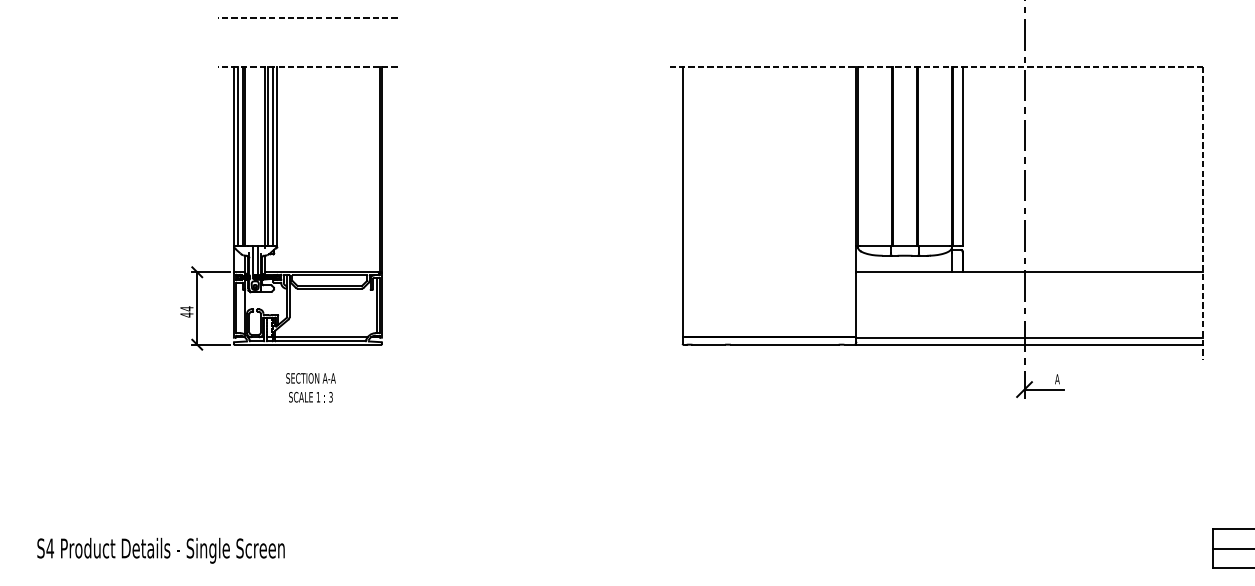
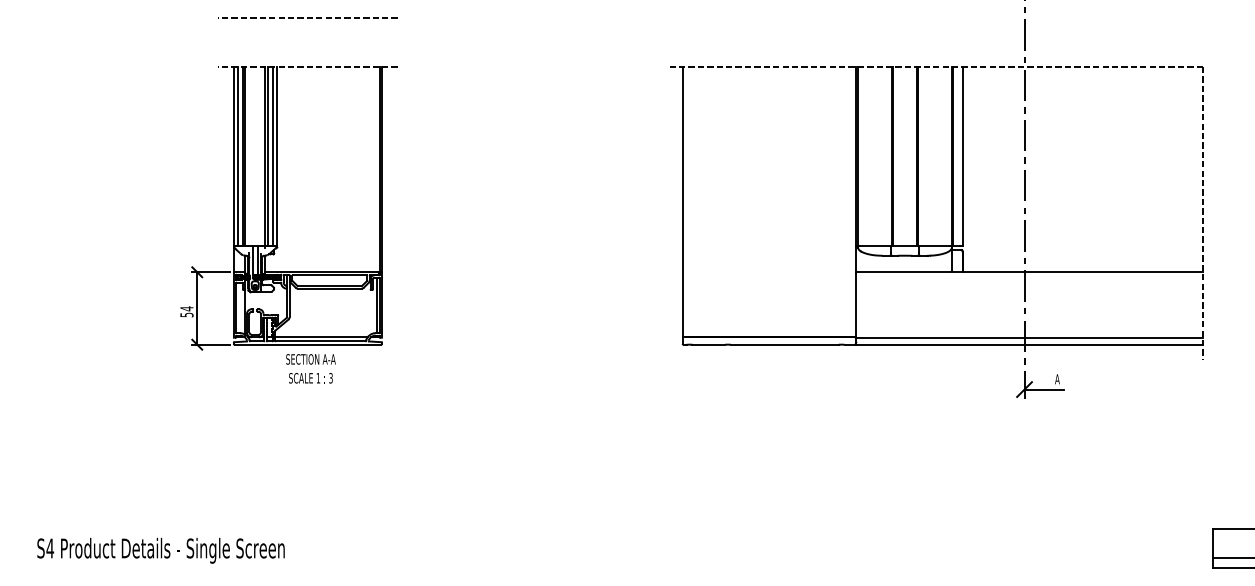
text at (186, 314): 44 -> 54
text at (310, 387) position: (310, 387) -> (310, 368)
line at (1231, 548) position: (1231, 548) -> (1231, 557)
